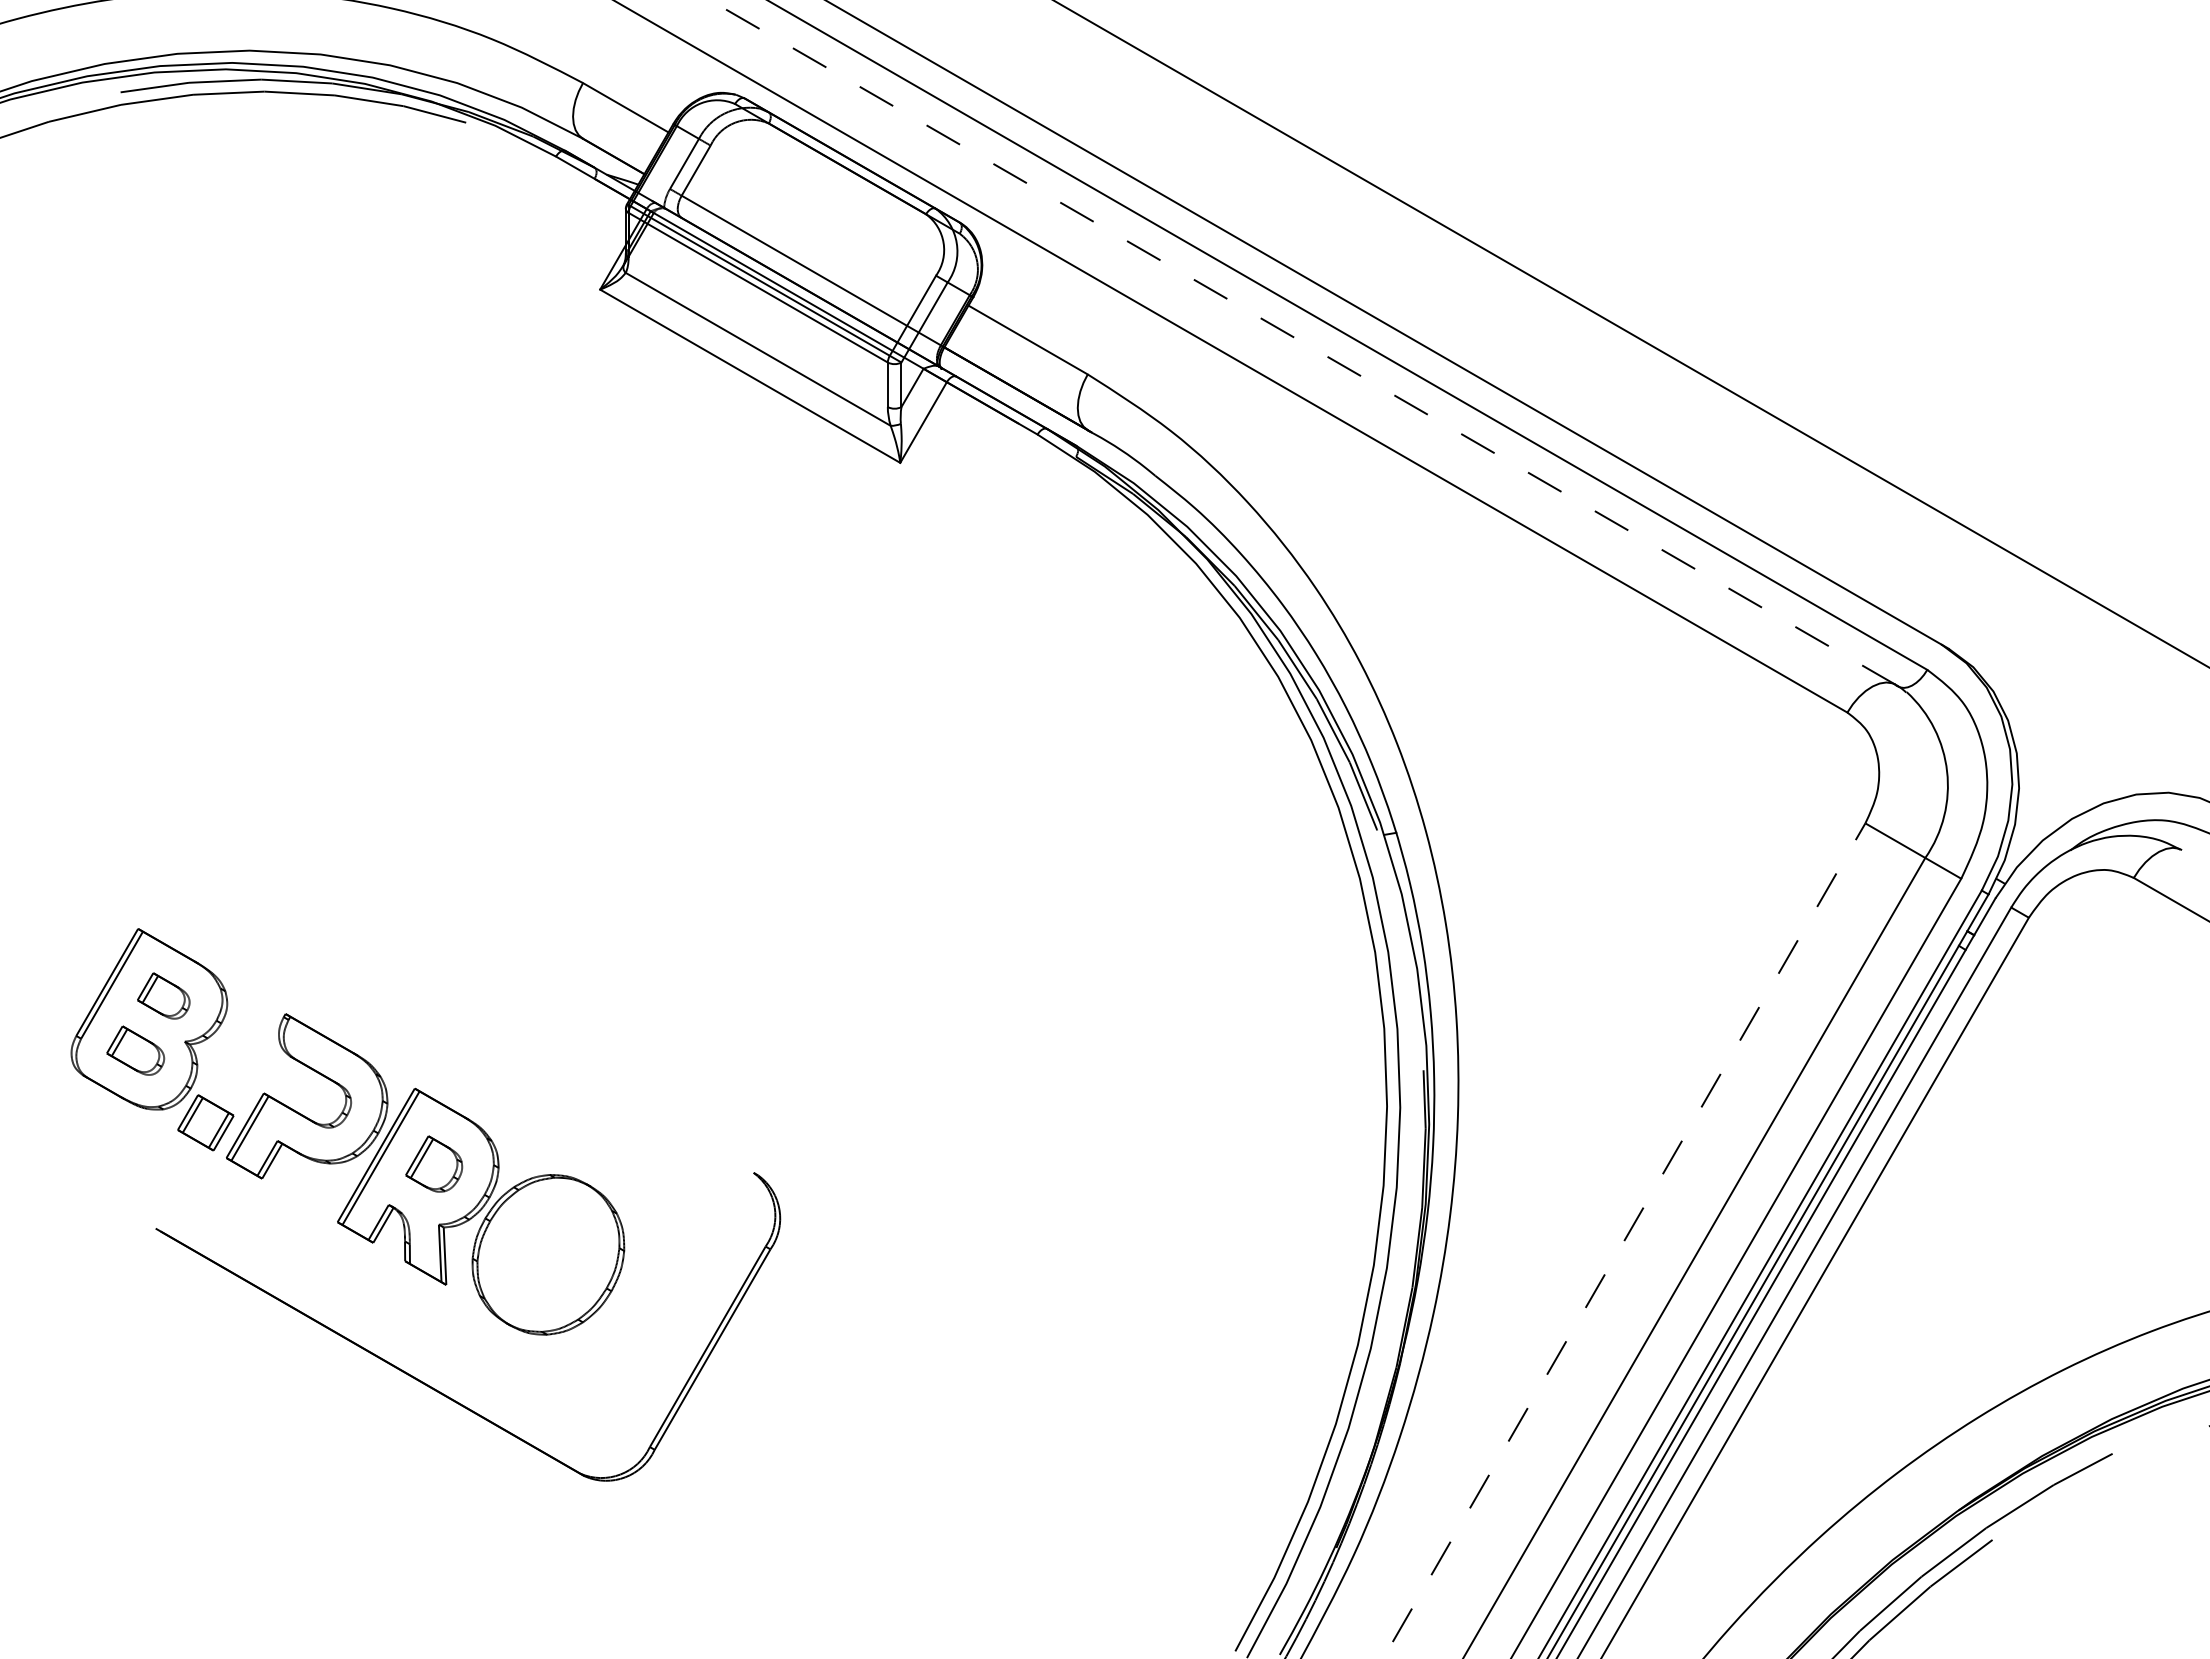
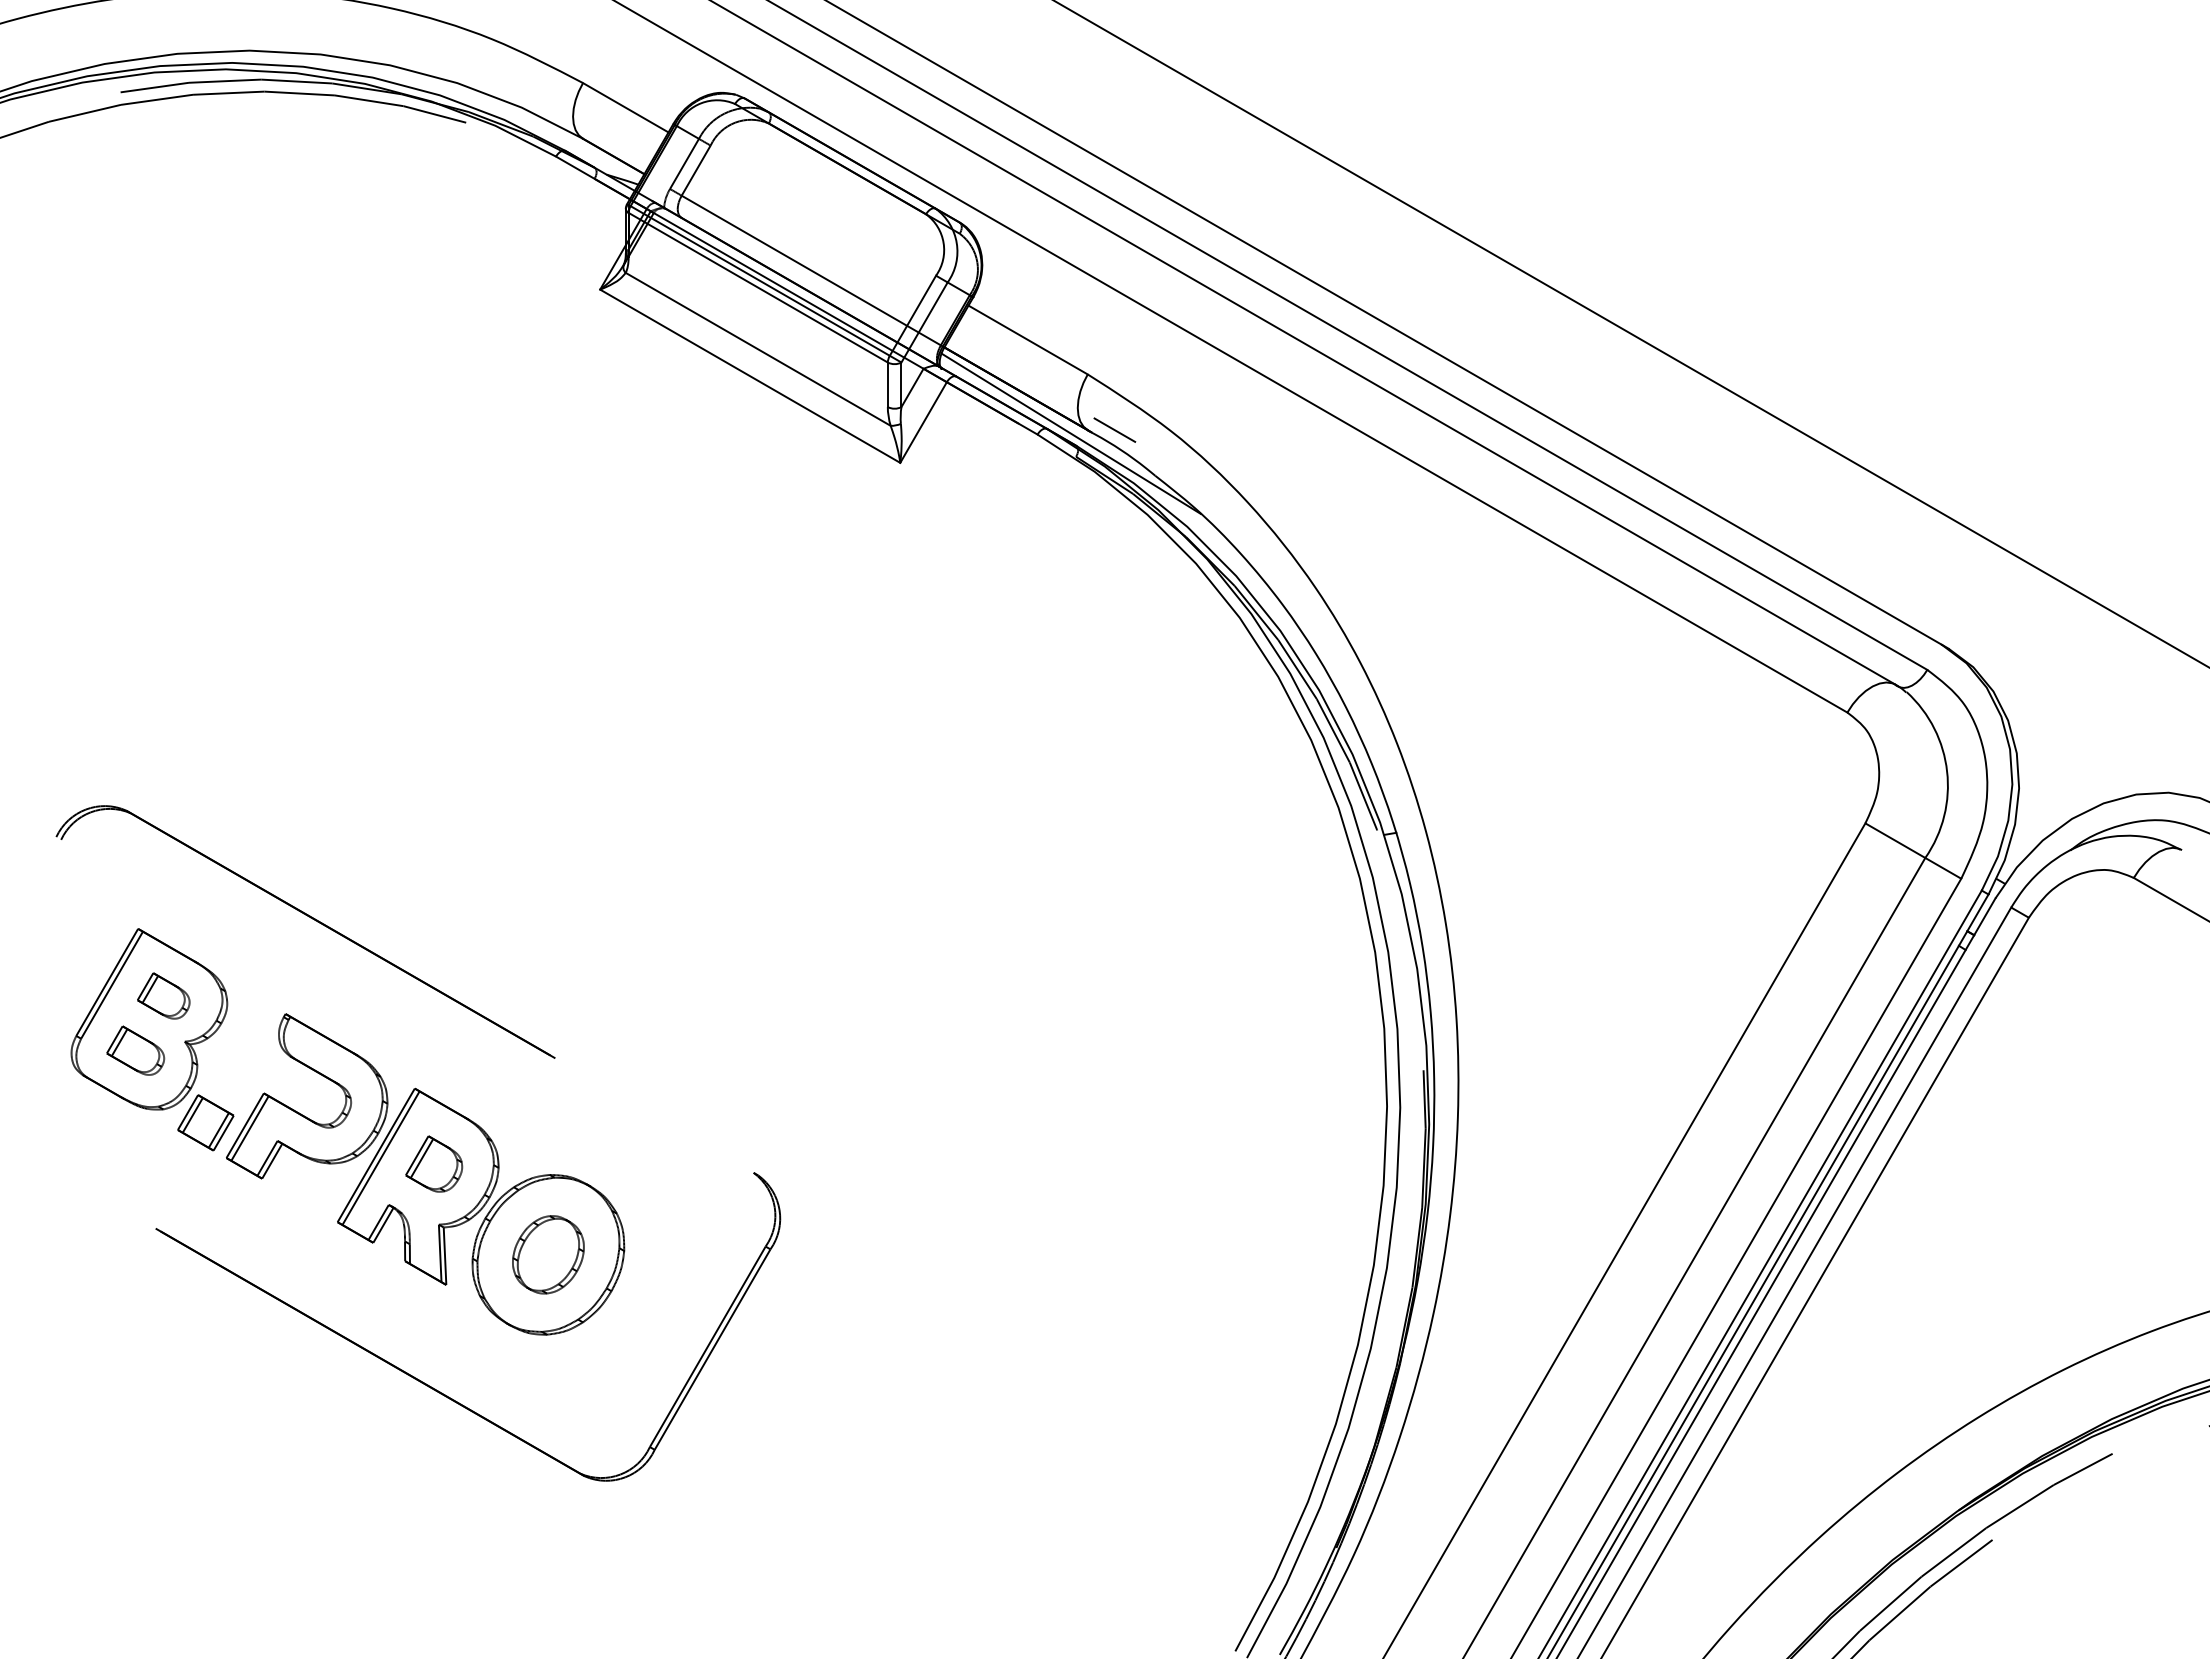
line at (1302, 342): dashed -> solid
line at (1114, 429): none -> present
line at (1070, 433): none -> present
part at (312, 919): none -> present
line at (1624, 1240): dashed -> solid
part at (548, 1254): none -> present
